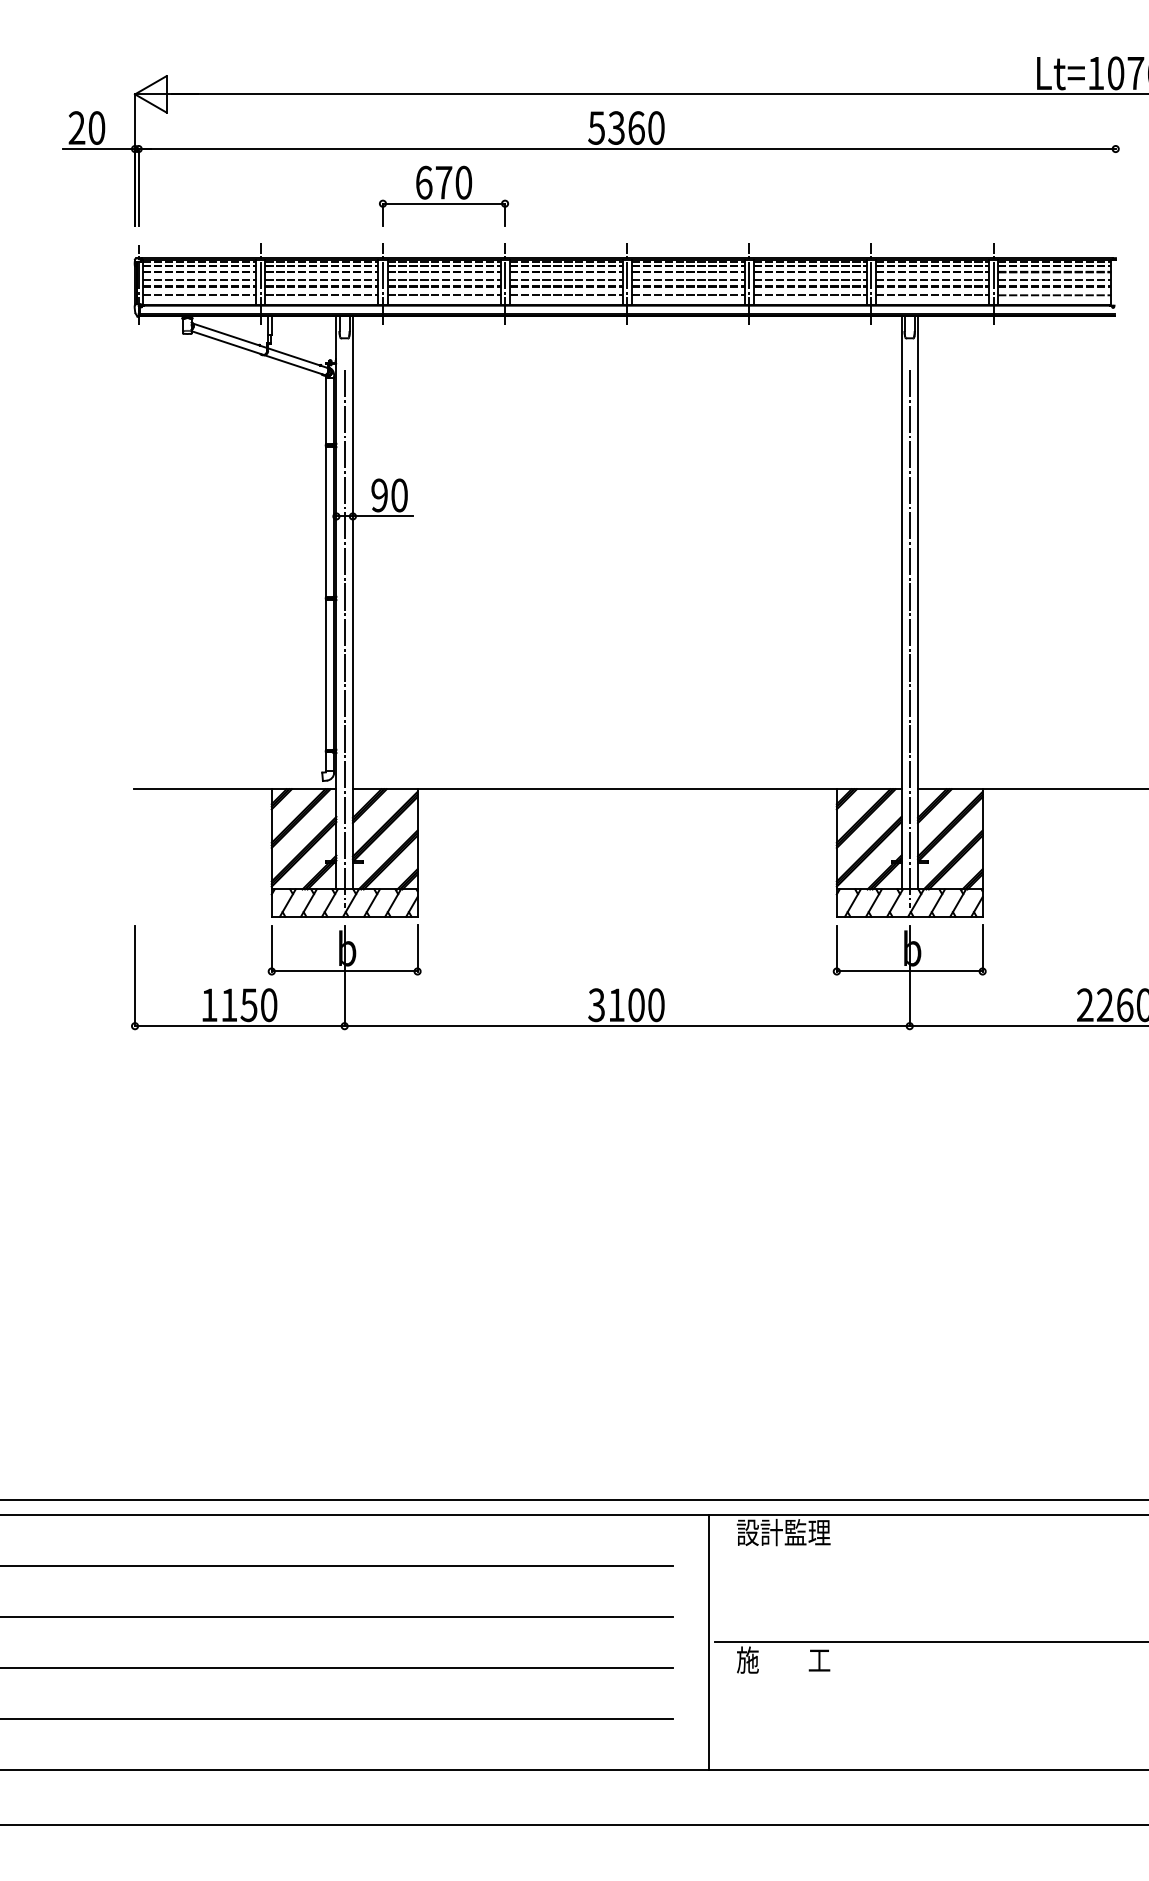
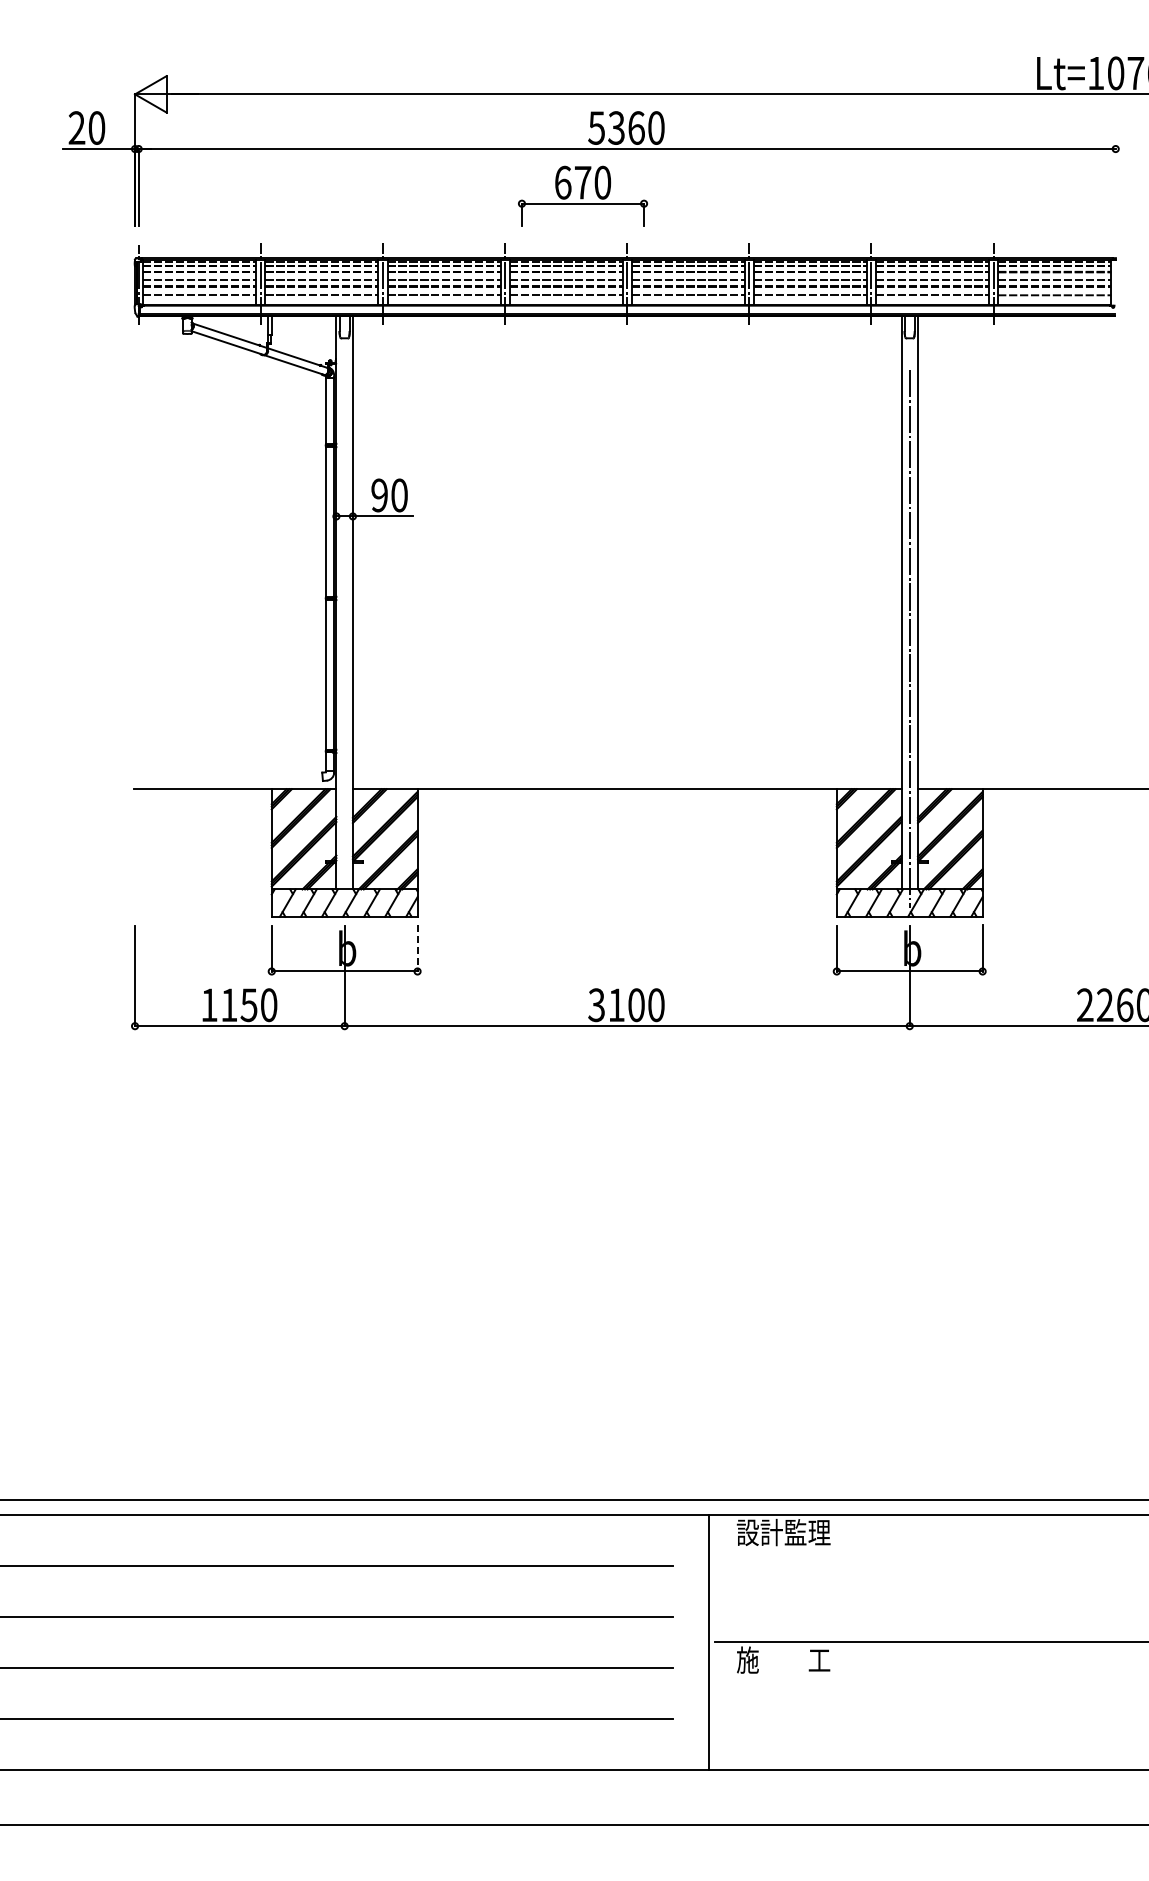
part at (443, 195) position: (443, 195) -> (582, 195)
line at (344, 638): present -> none
line at (417, 948): solid -> dashed
